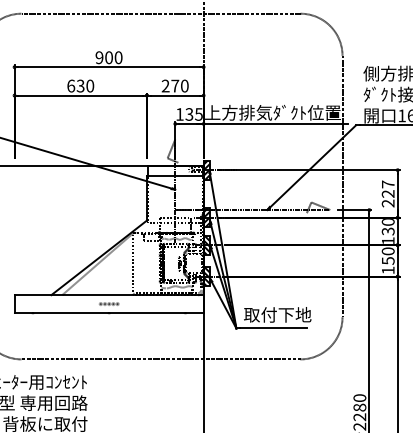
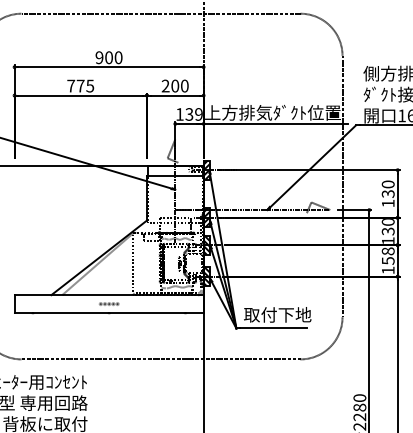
text at (80, 85): 630 -> 775
text at (175, 85): 270 -> 200
text at (198, 114): 135 -> 139
text at (387, 193): 227 -> 130
text at (388, 251): 150 -> 158
